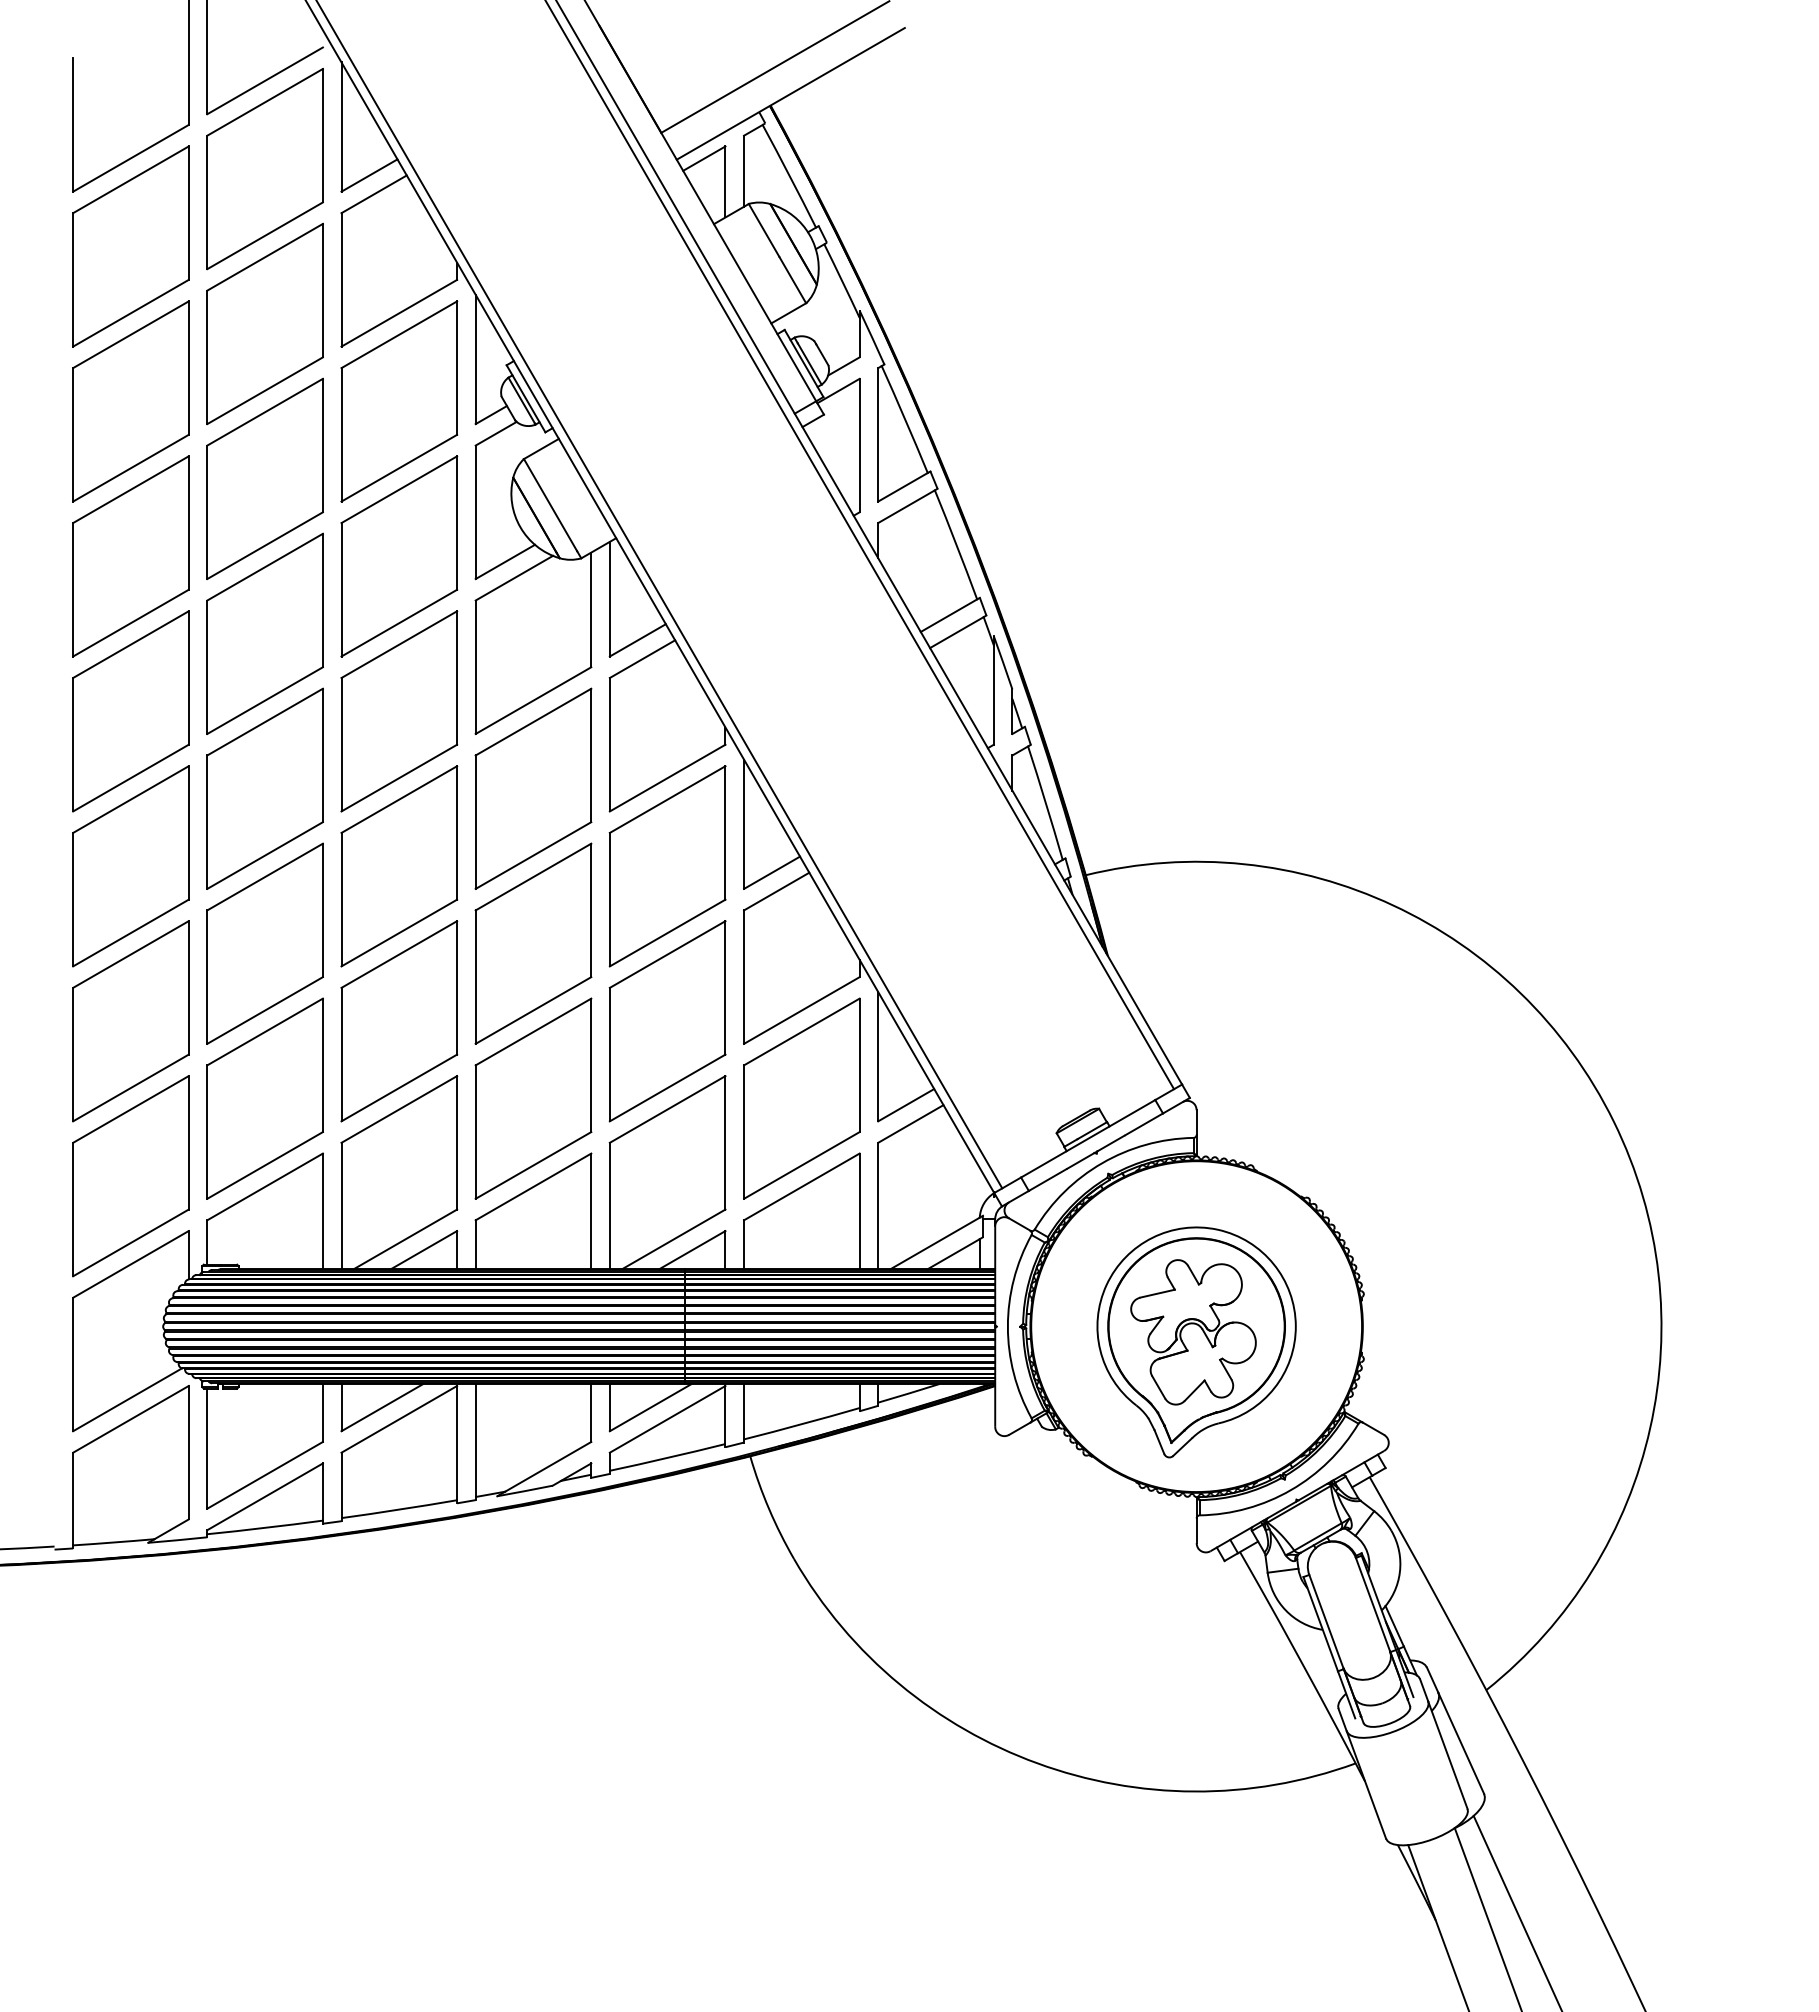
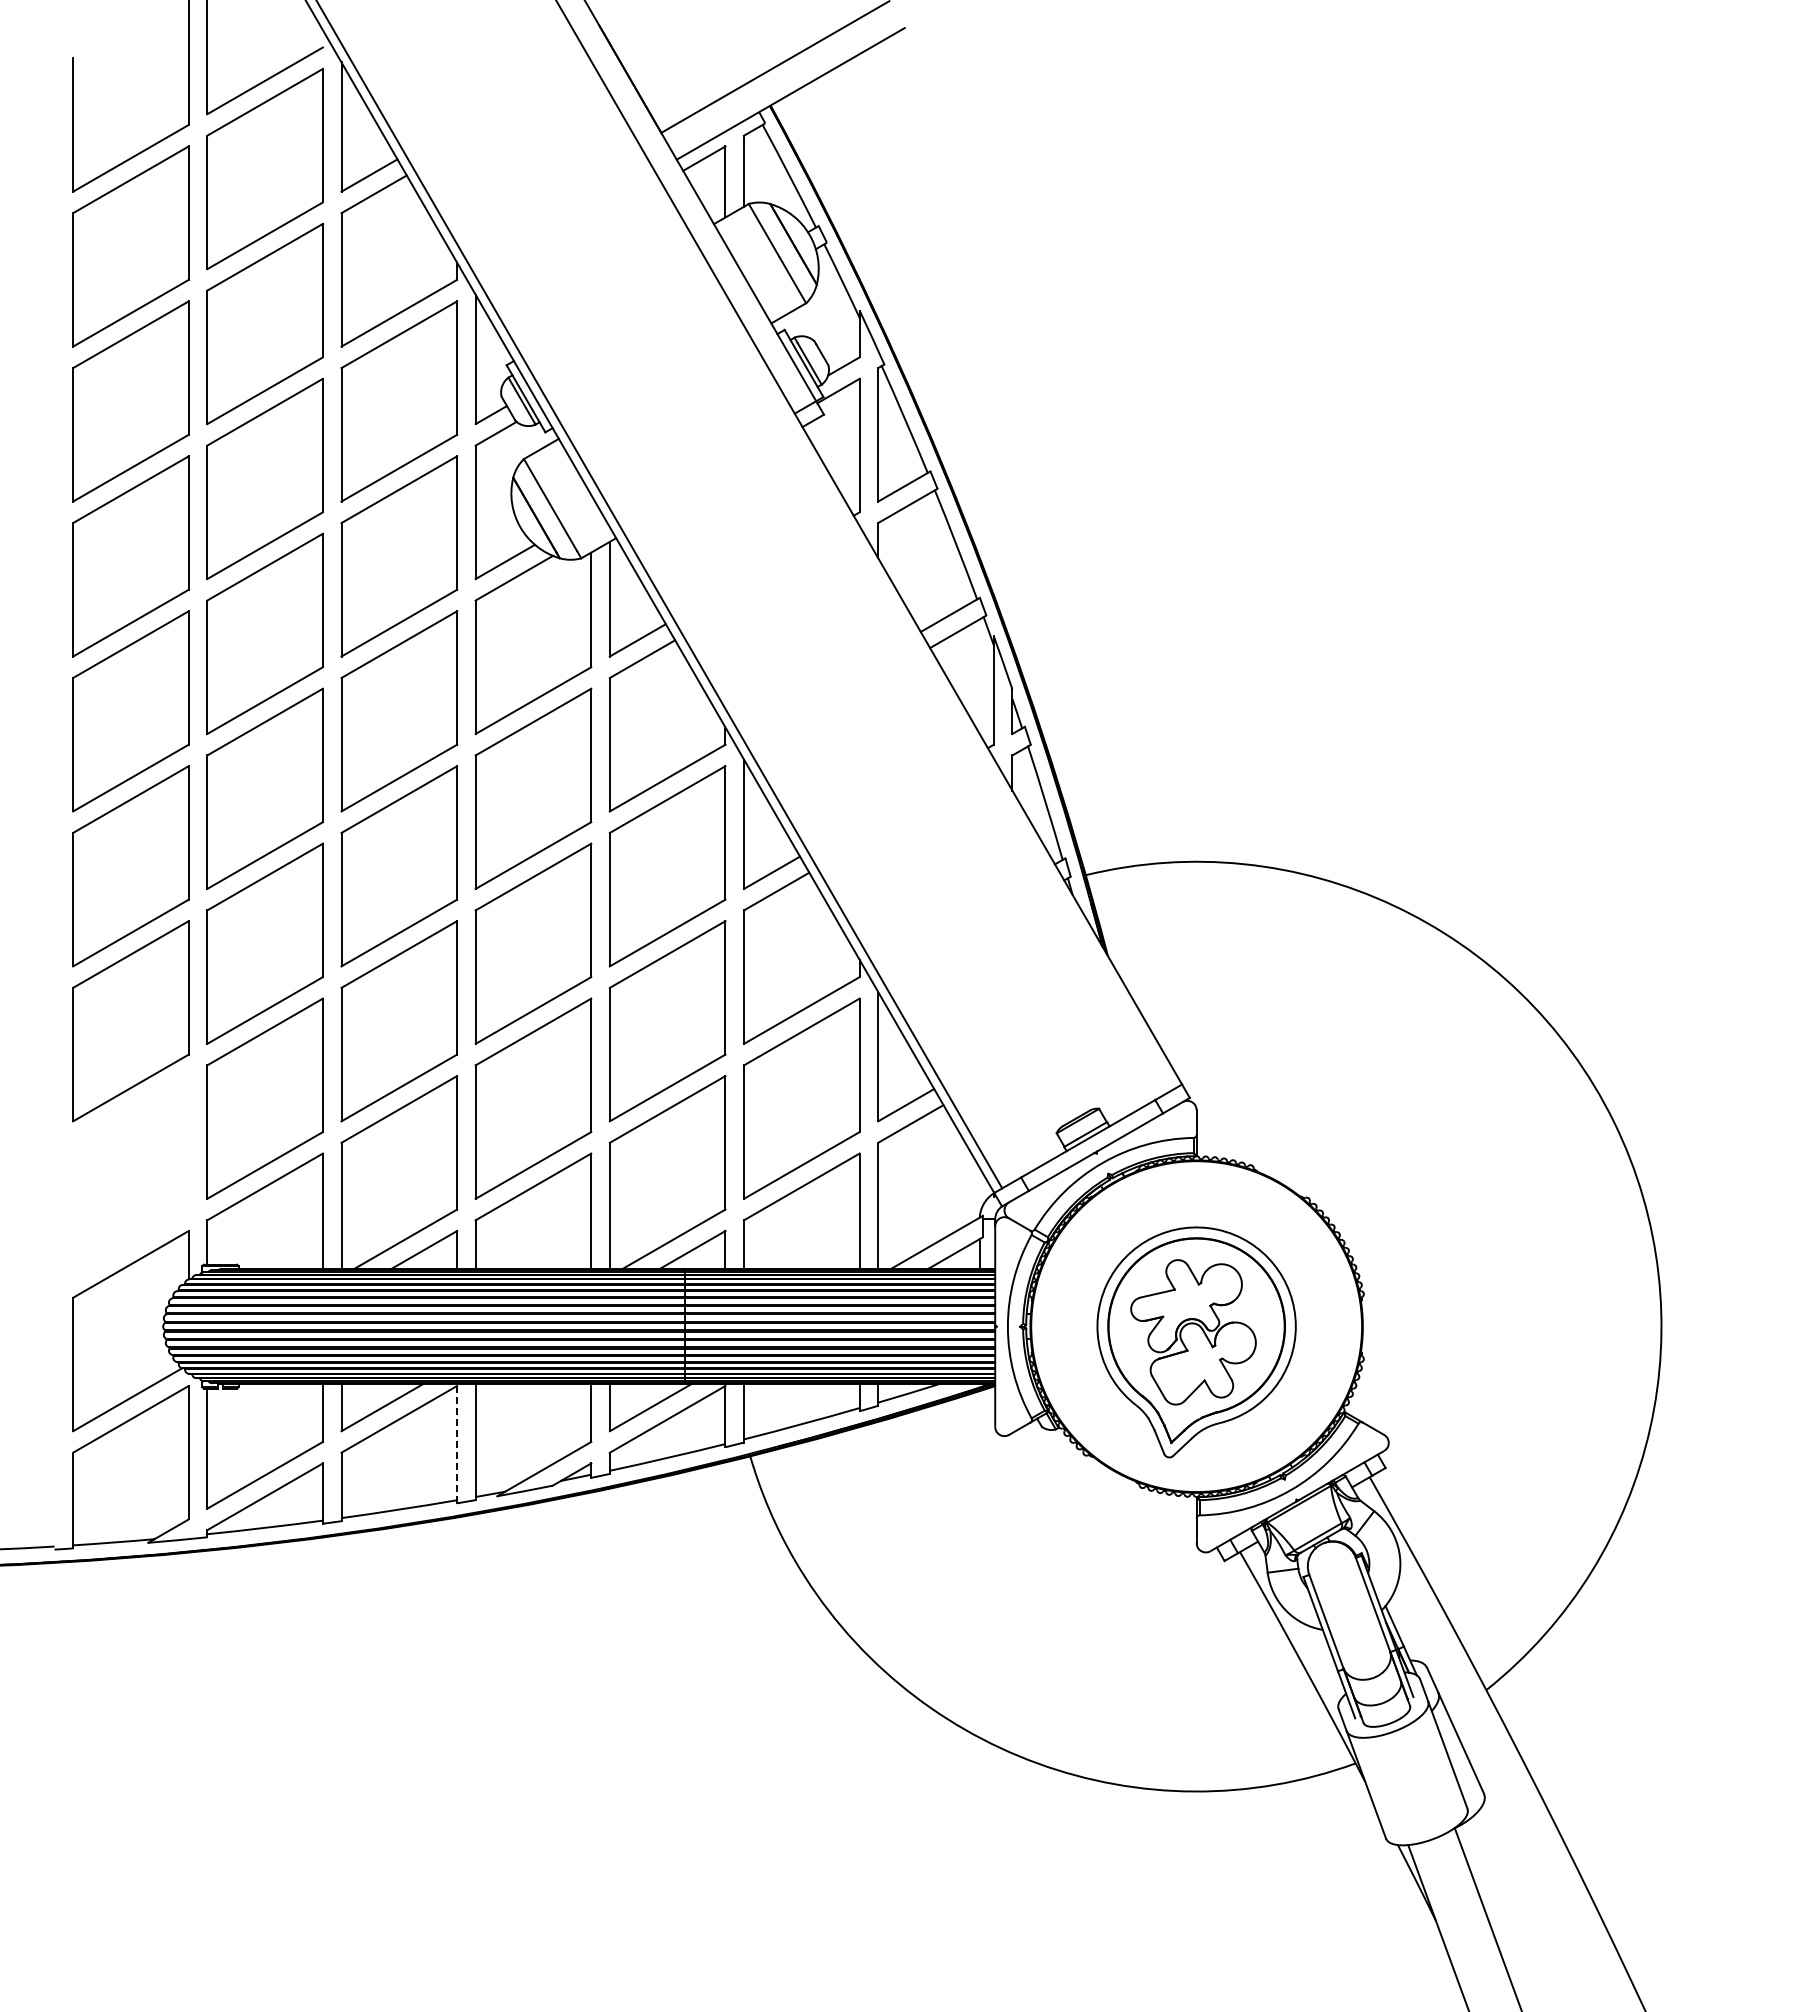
line at (860, 545): present -> none
part at (130, 1176): present -> none
line at (457, 1443): solid -> dashed
line at (1516, 1911): present -> none
